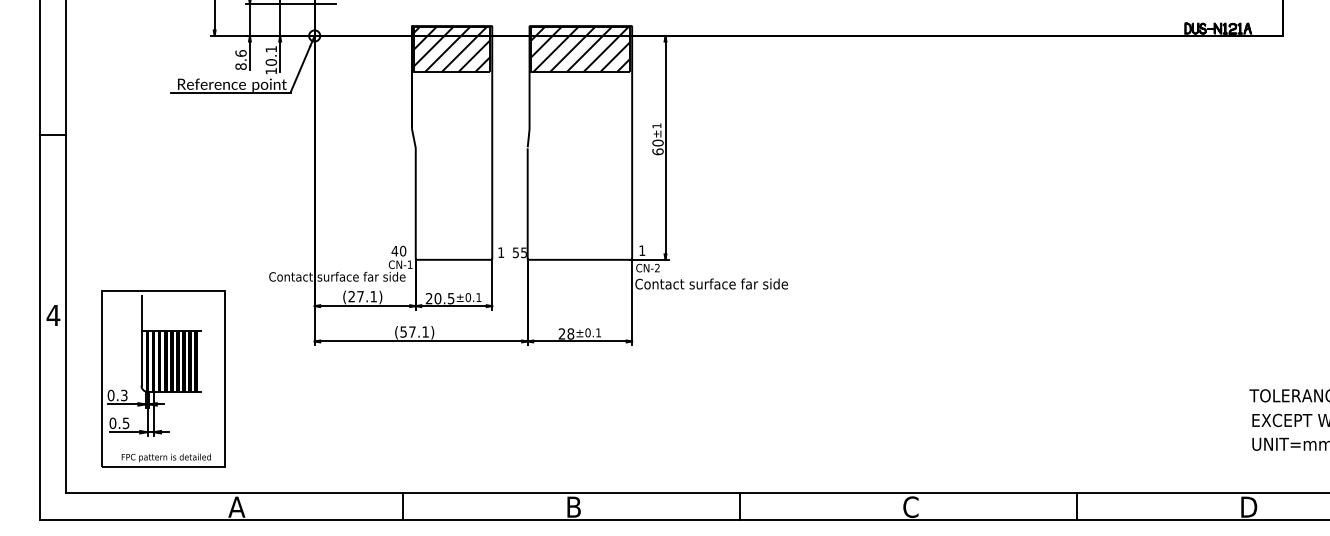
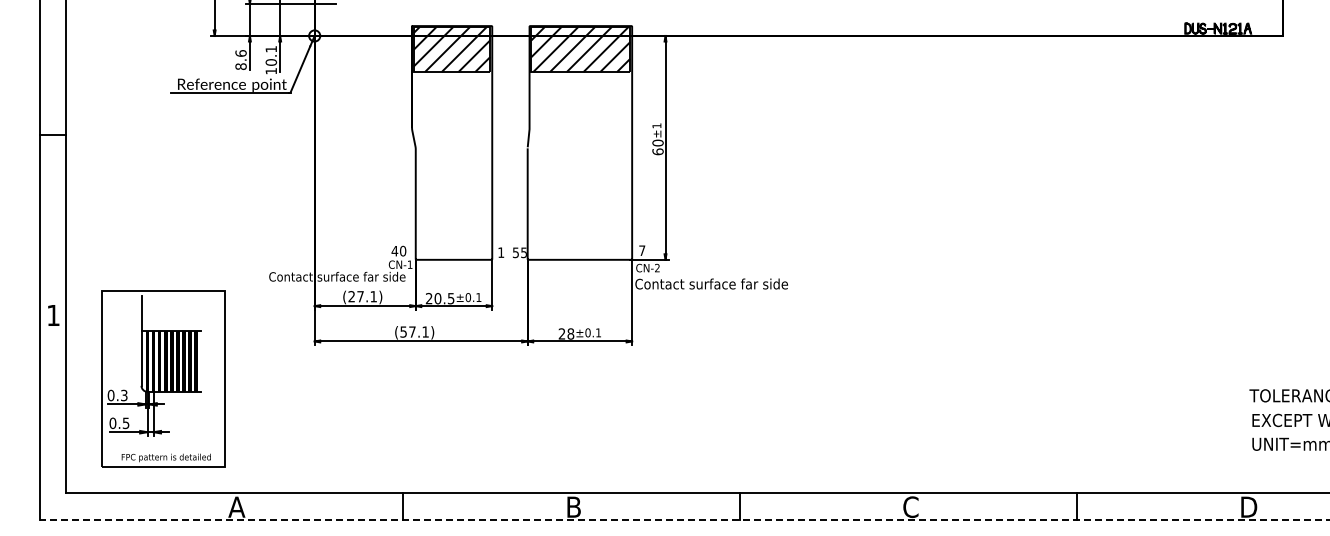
text at (642, 250): 1 -> 7
text at (53, 315): 4 -> 1
line at (684, 519): solid -> dashed
